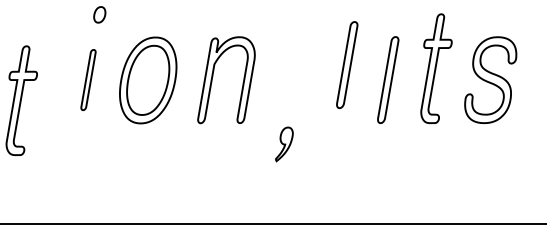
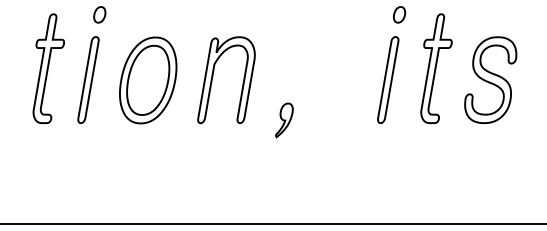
part at (399, 14): none -> present
part at (347, 64): present -> none
part at (88, 80) size: 17x63 px -> 23x88 px
part at (21, 100) position: (21, 100) -> (48, 68)
part at (284, 144) position: (284, 144) -> (284, 120)
